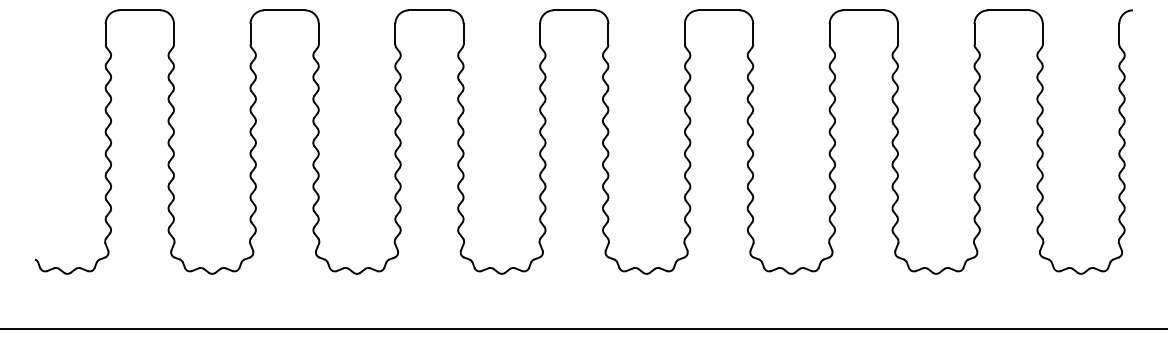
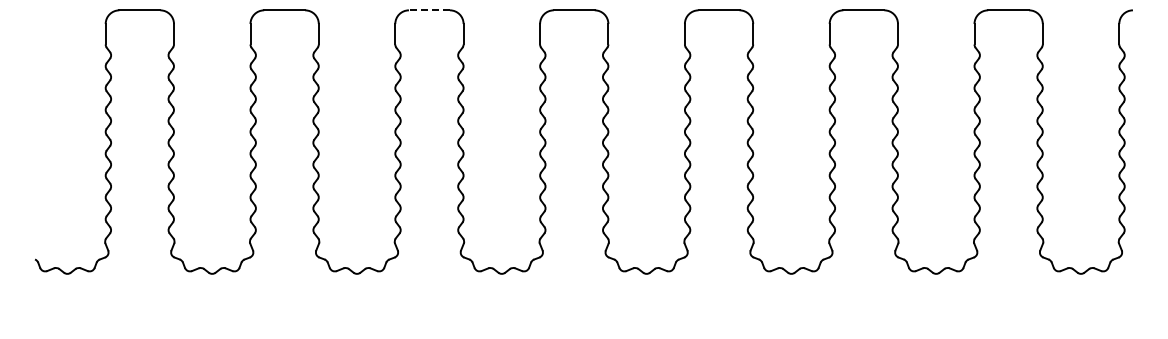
line at (428, 10): solid -> dashed
line at (583, 328): present -> none
